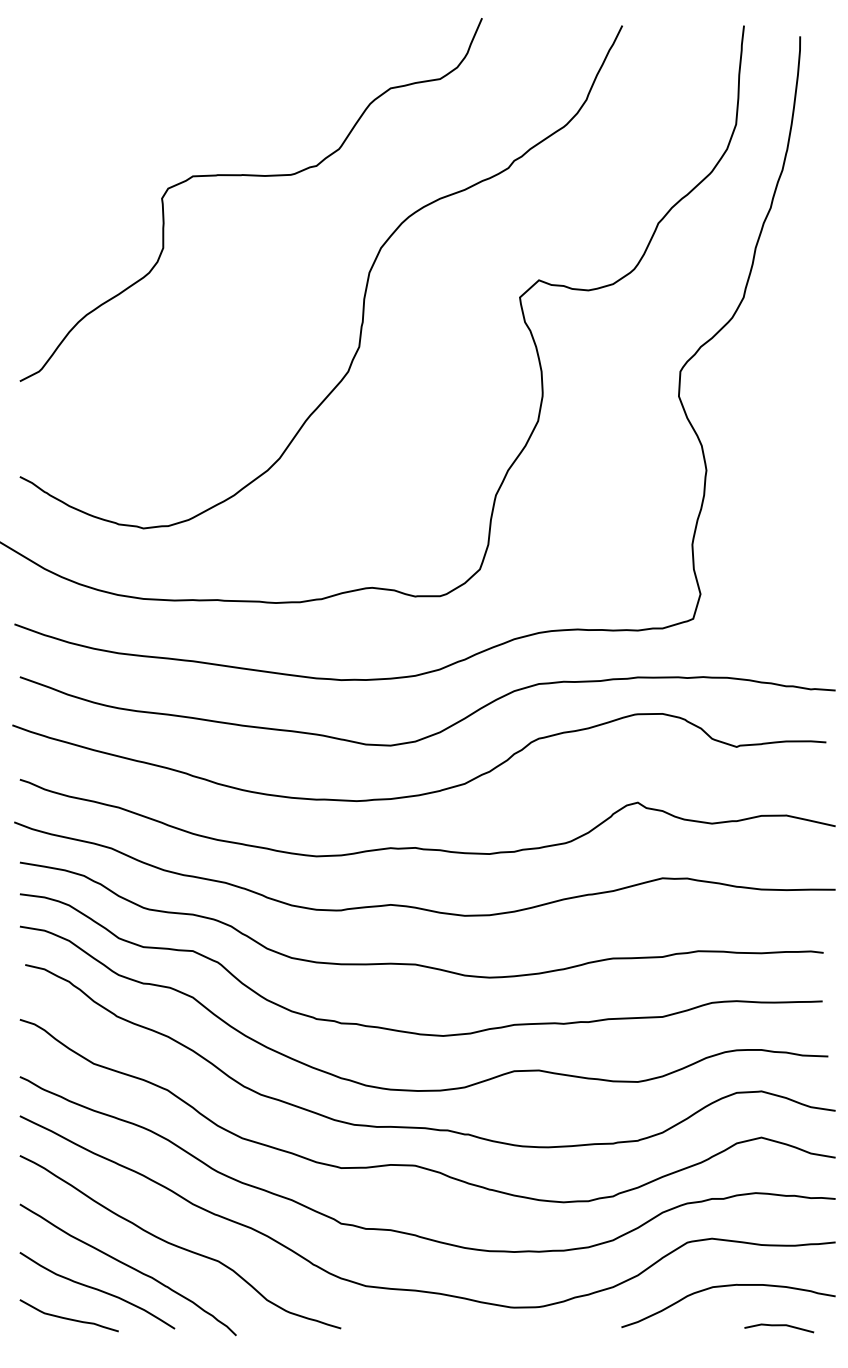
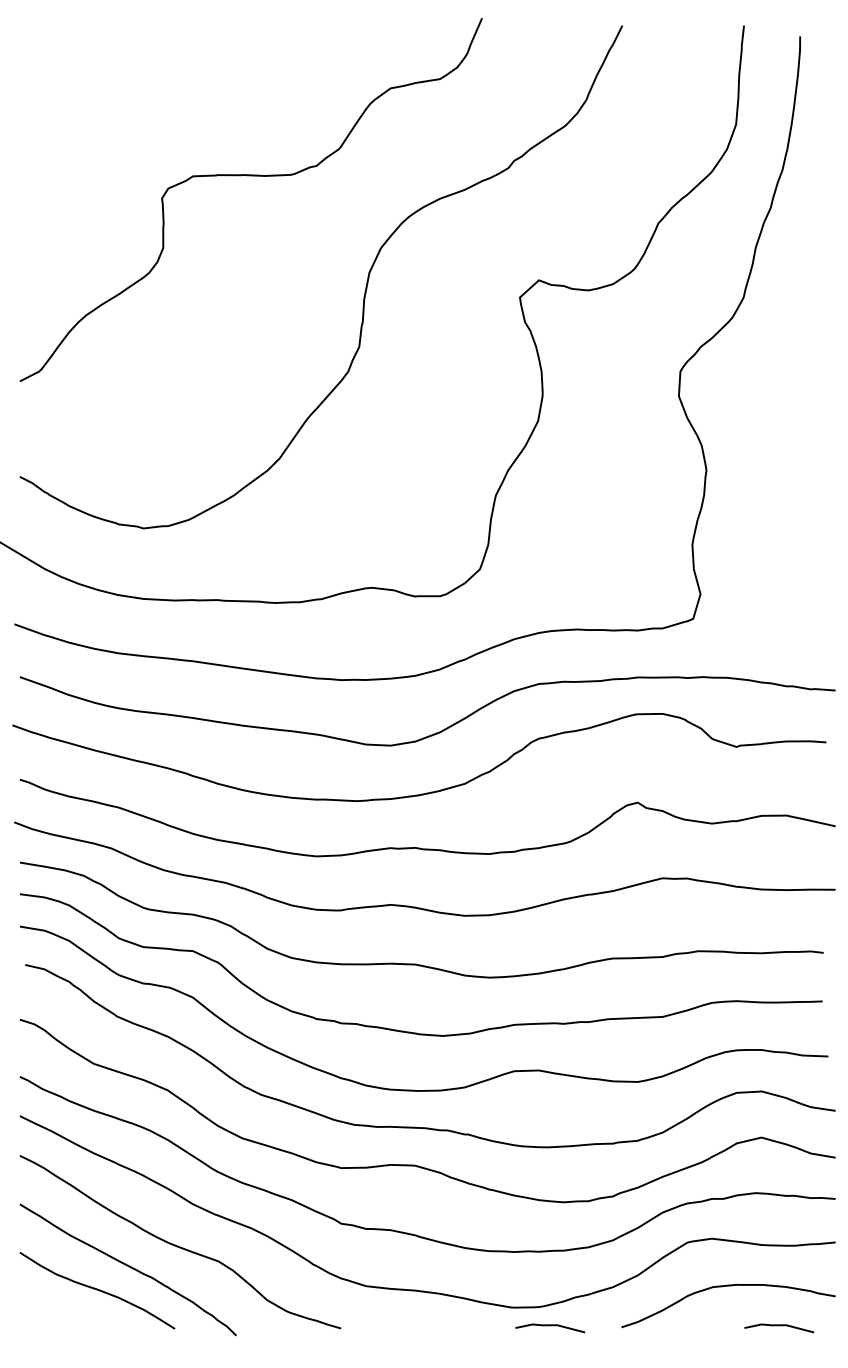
curve at (66, 1317): present -> none
line at (550, 1326): none -> present
